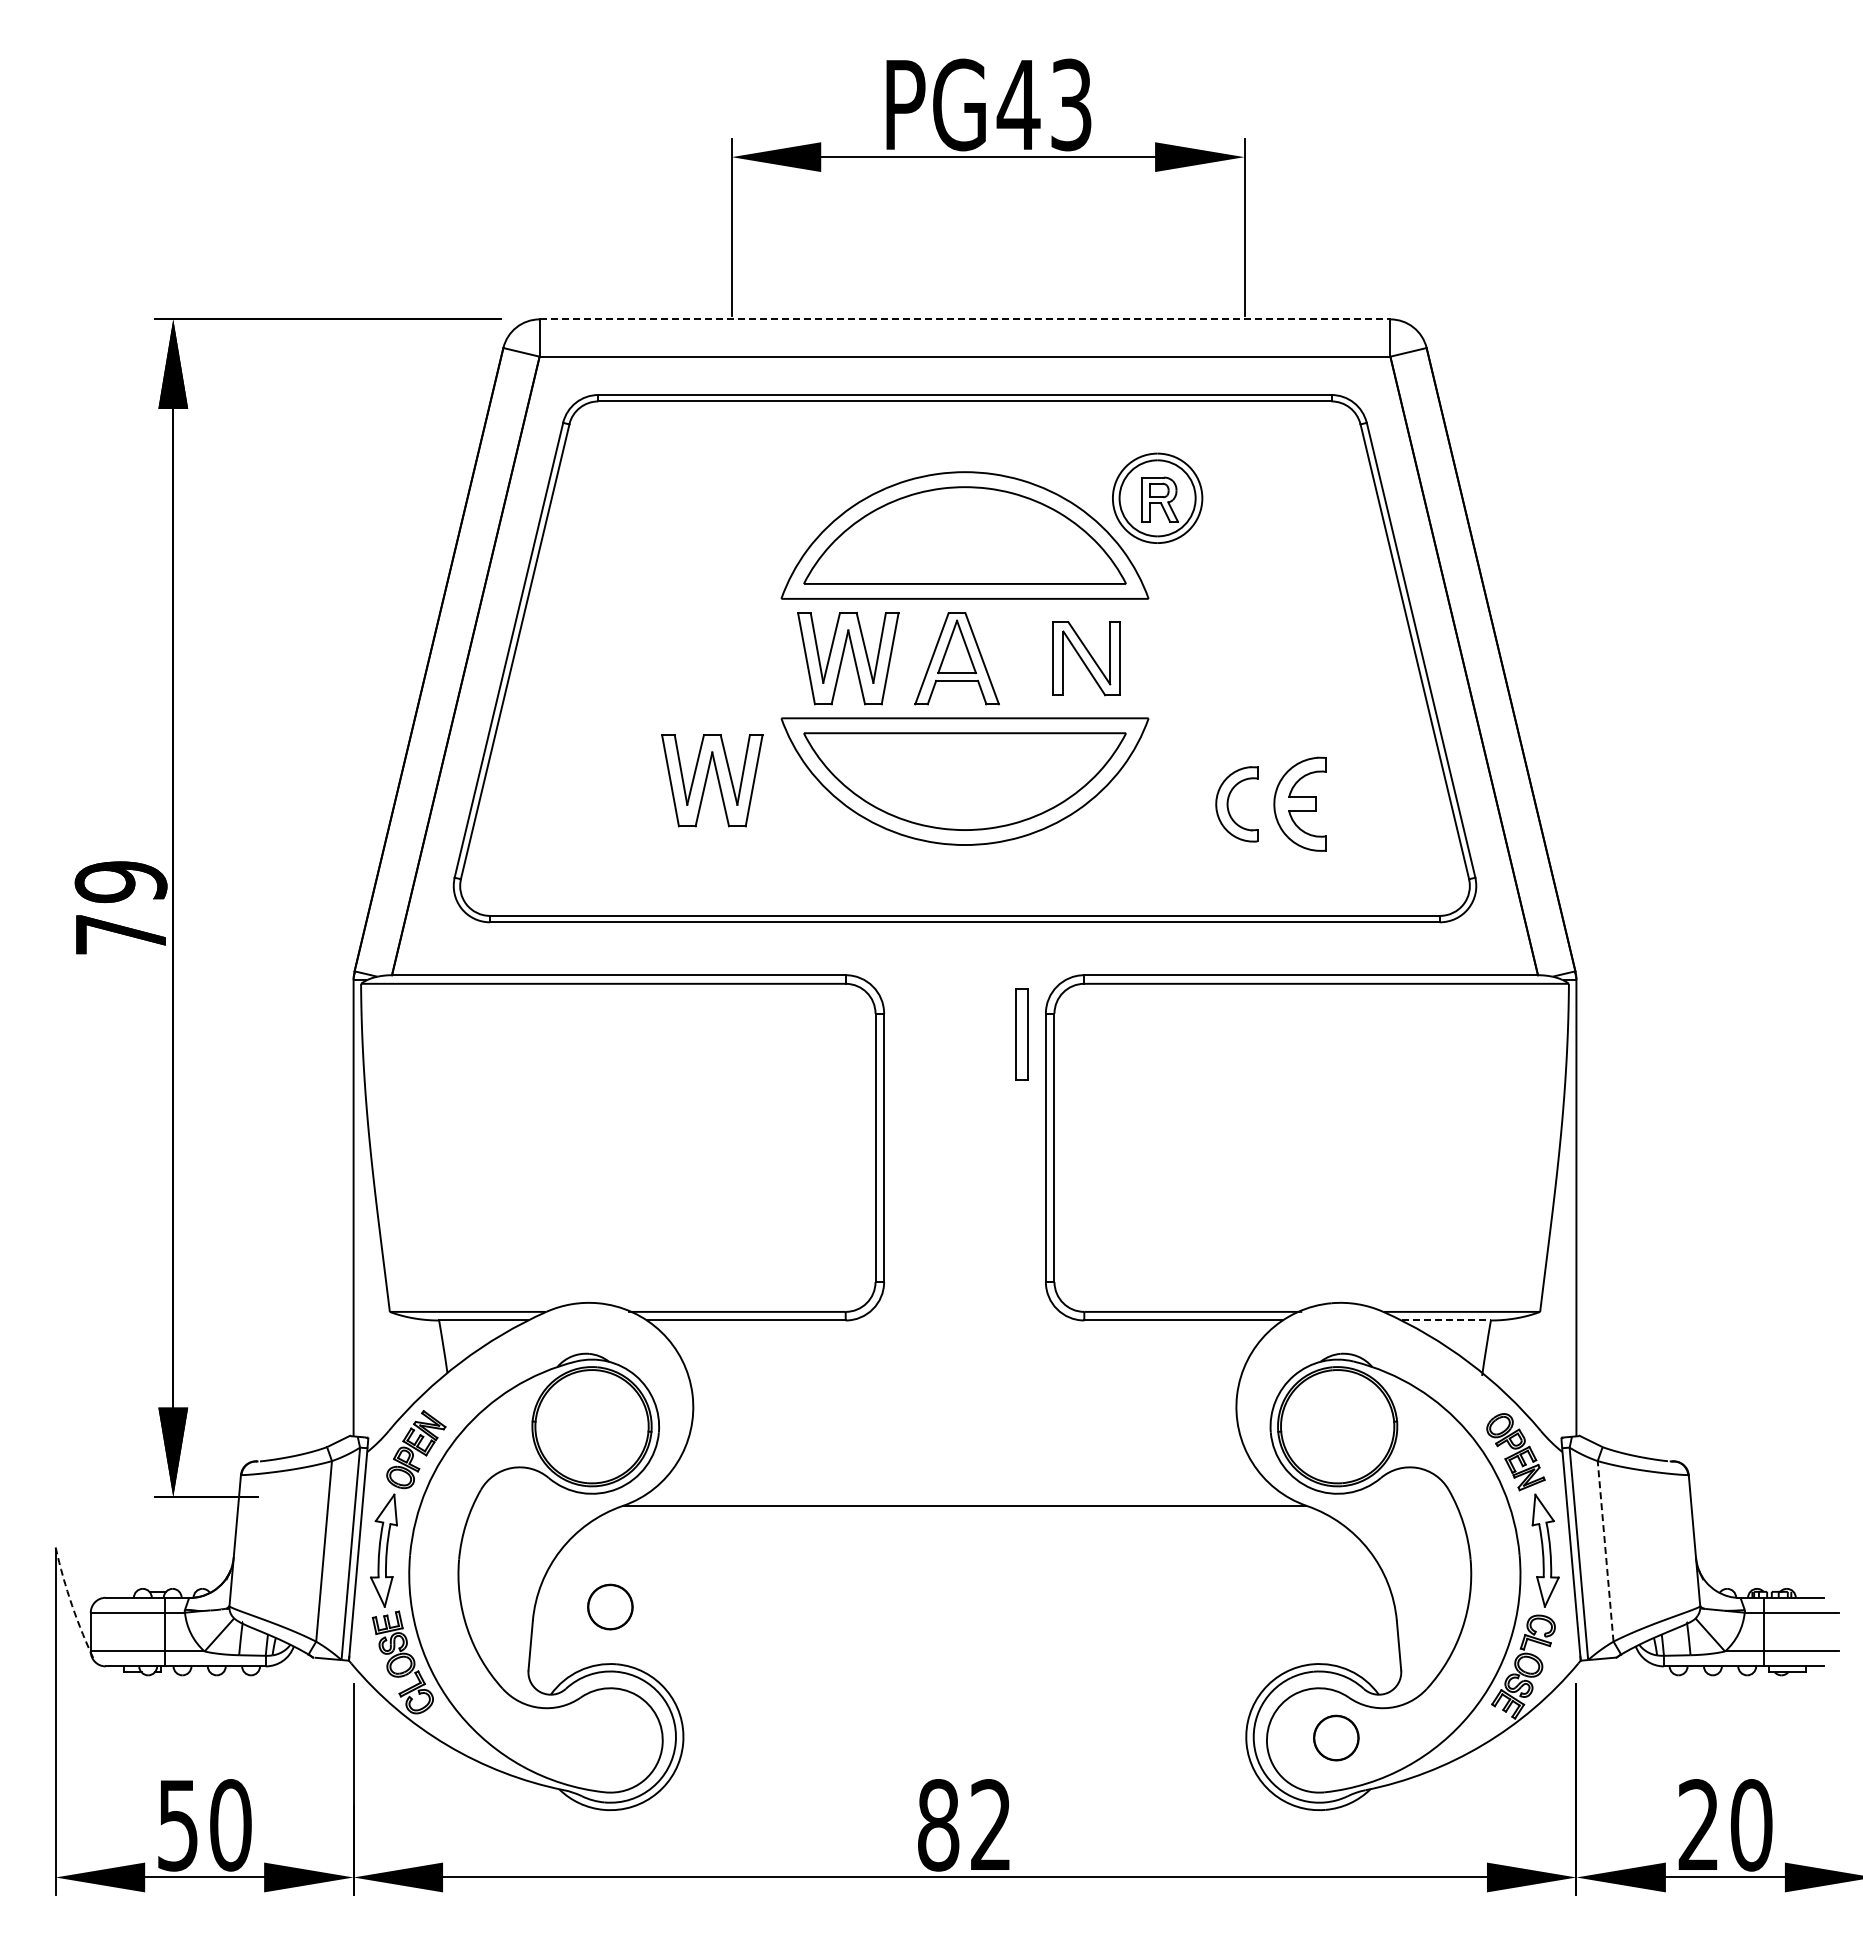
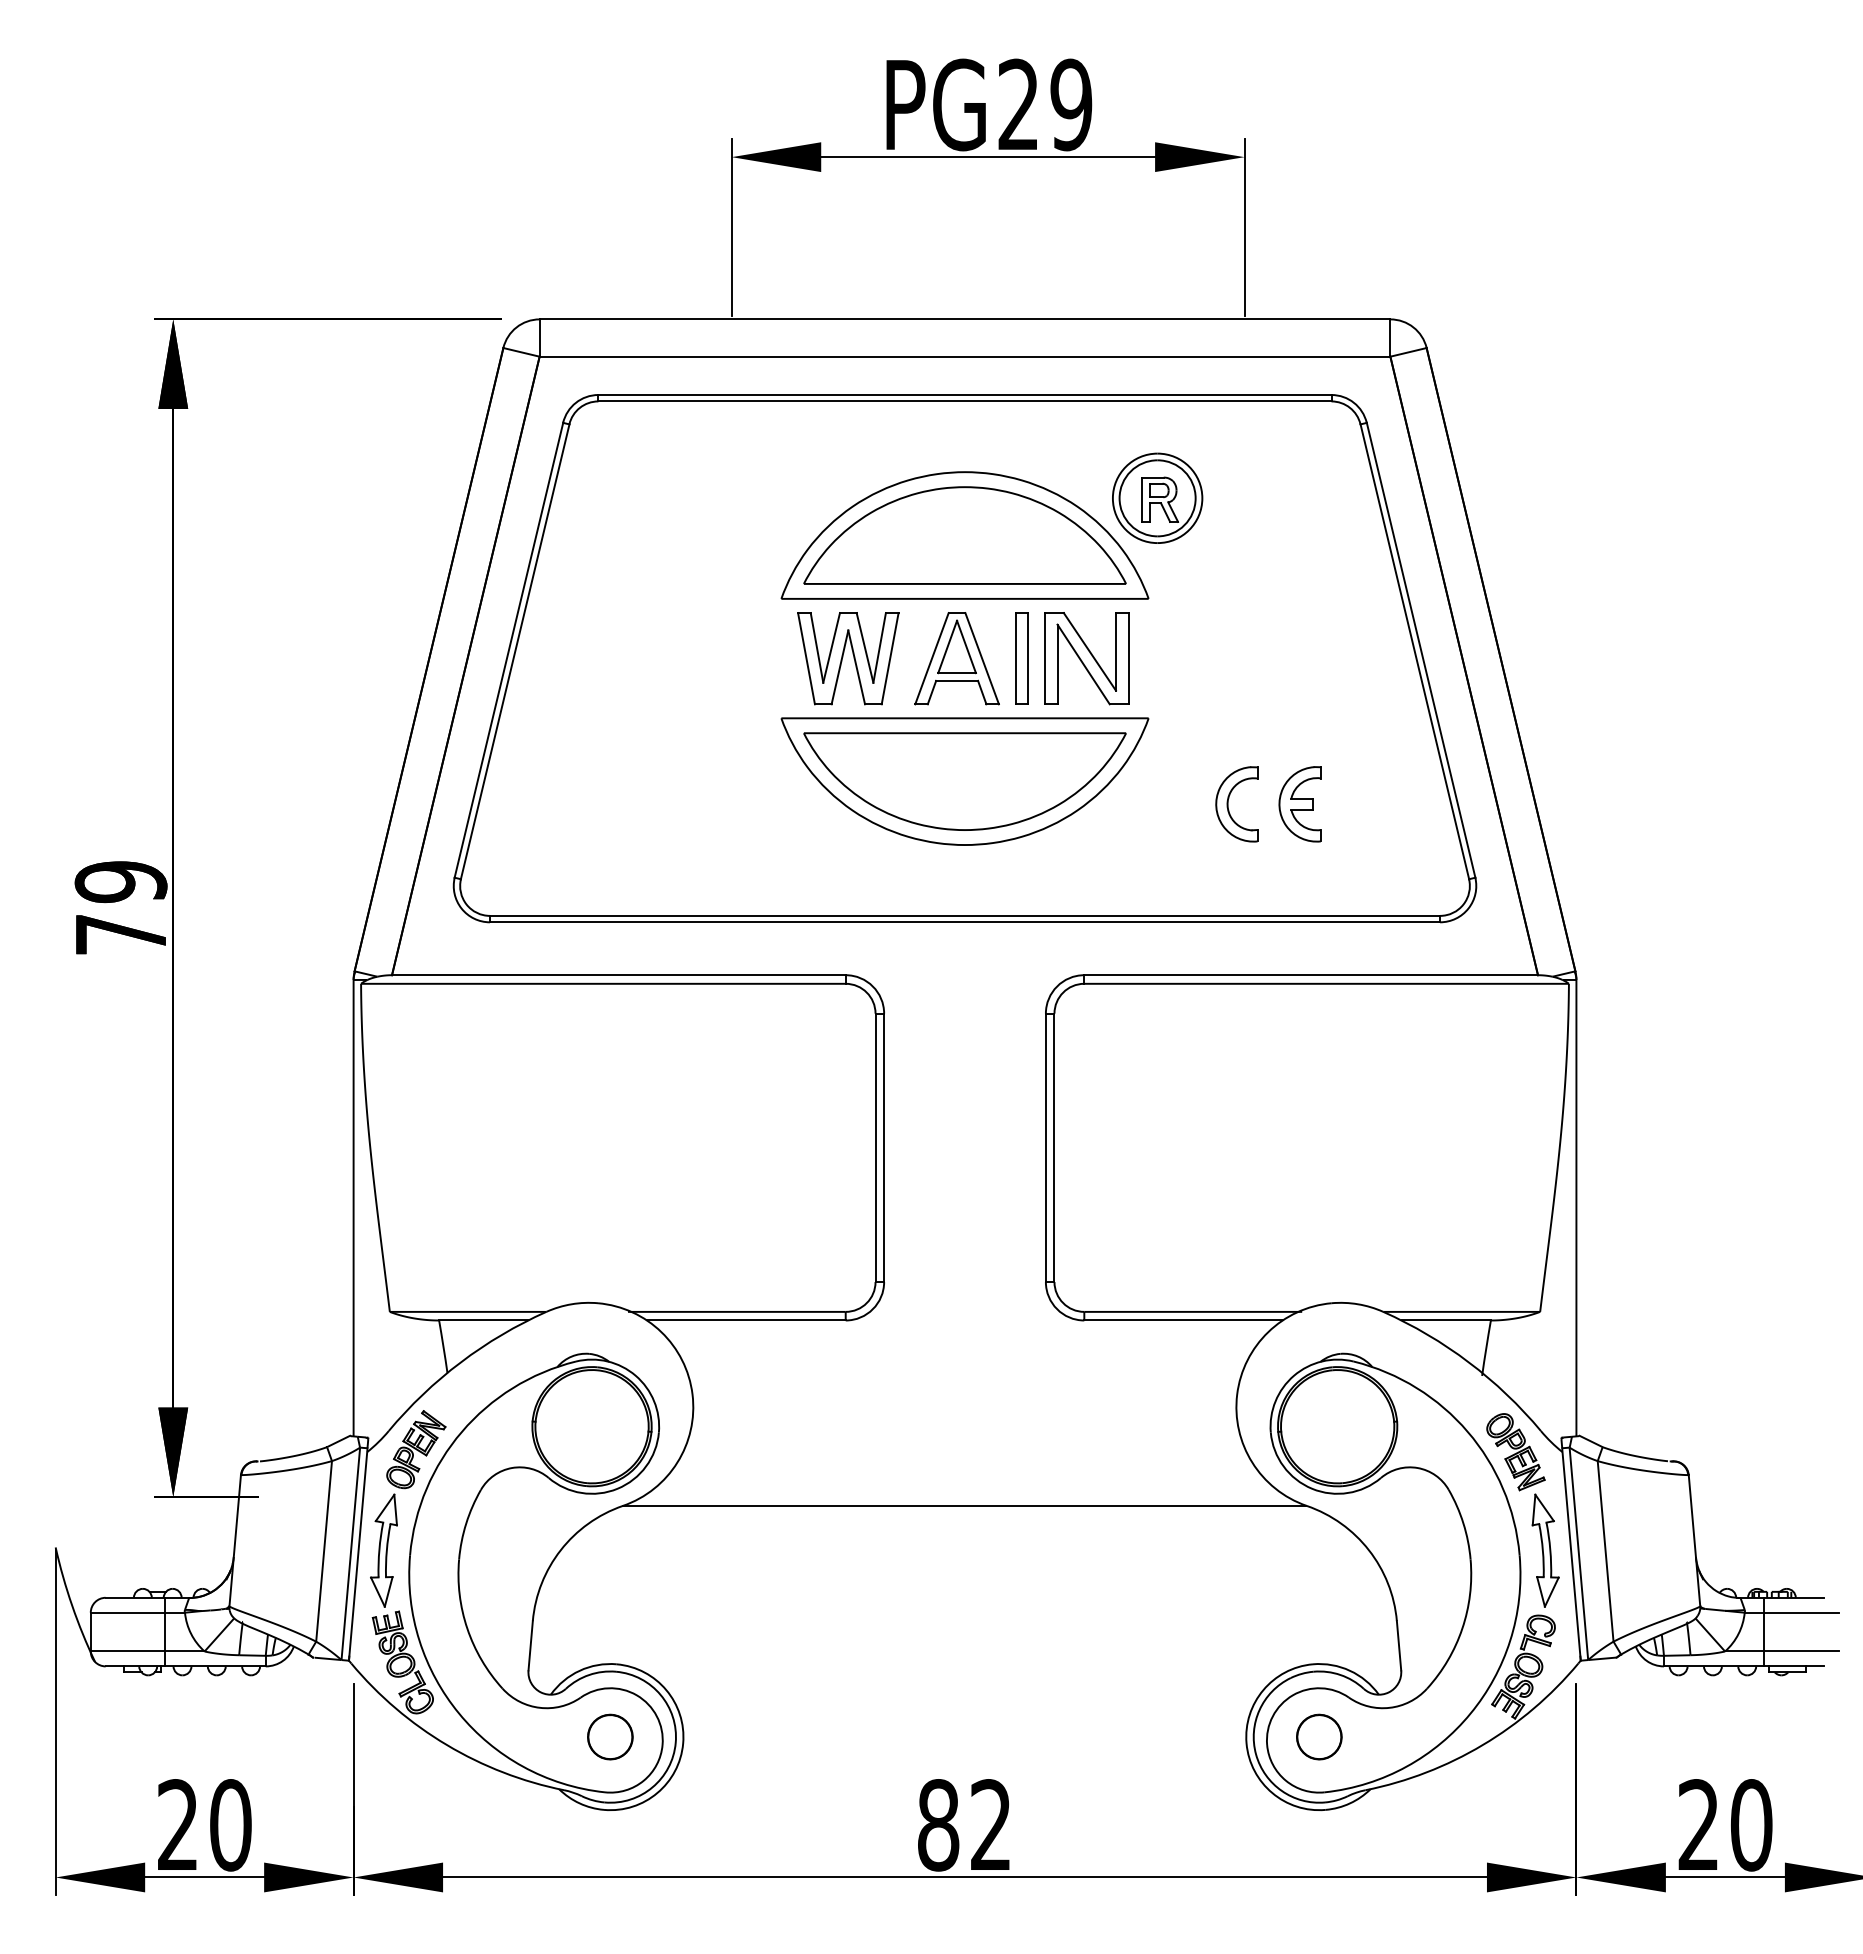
text at (1044, 104): PG43 -> PG29
line at (965, 319): dashed -> solid
part at (1086, 658) size: 69x76 px -> 86x94 px
part at (712, 780): present -> none
part at (1299, 803) size: 54x96 px -> 44x77 px
part at (1021, 1034) position: (1021, 1034) -> (1021, 658)
line at (1446, 1320): dashed -> solid
line at (1605, 1551): dashed -> solid
arc at (72, 1605): dashed -> solid
part at (610, 1606) position: (610, 1606) -> (610, 1736)
part at (1336, 1737) position: (1336, 1737) -> (1319, 1736)
text at (177, 1825): 50 -> 20
